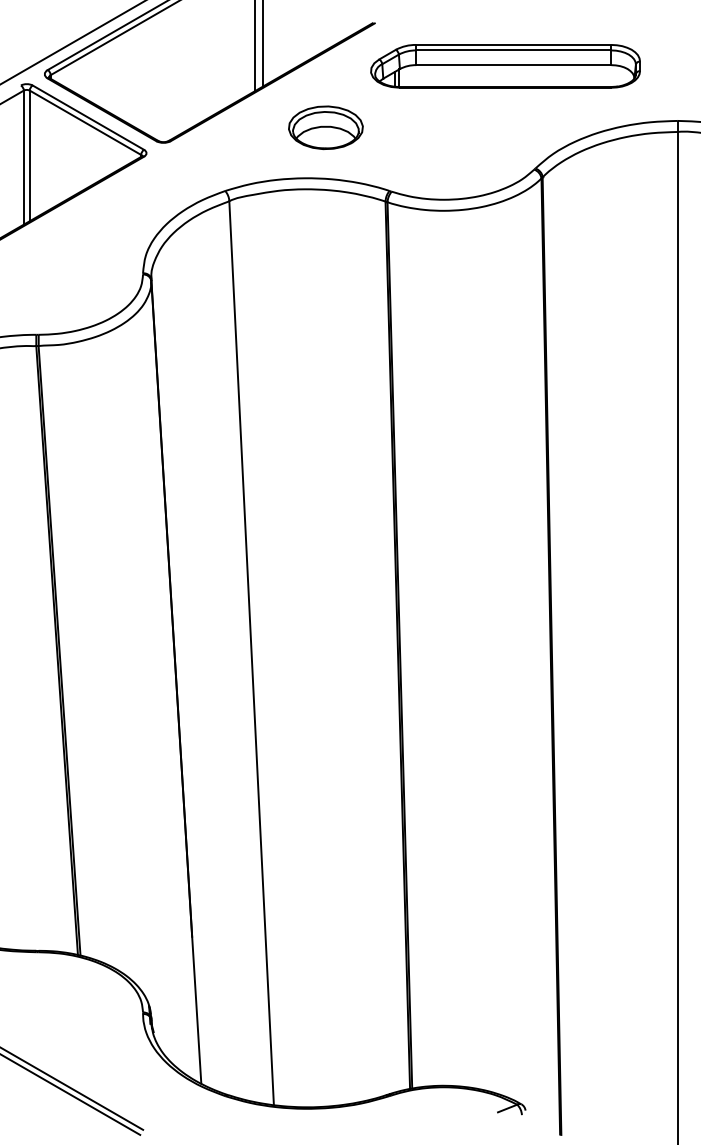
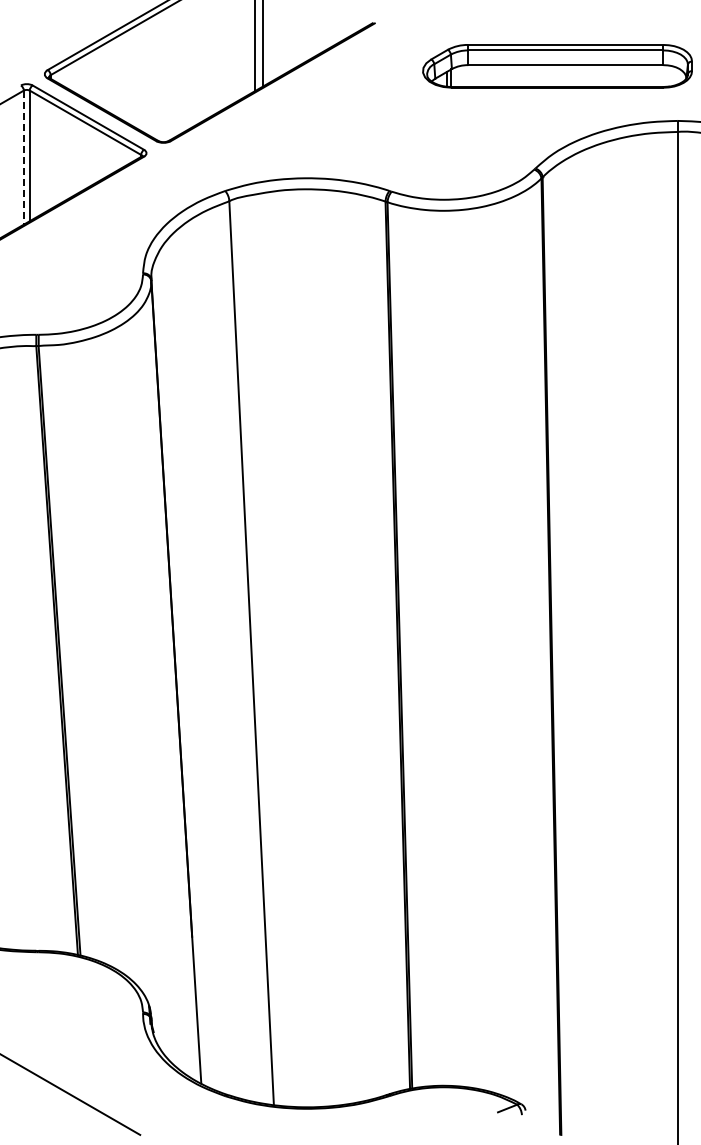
line at (72, 42): present -> none
part at (505, 66) position: (505, 66) -> (557, 66)
part at (325, 127): present -> none
line at (23, 158): solid -> dashed
line at (72, 1088): present -> none
